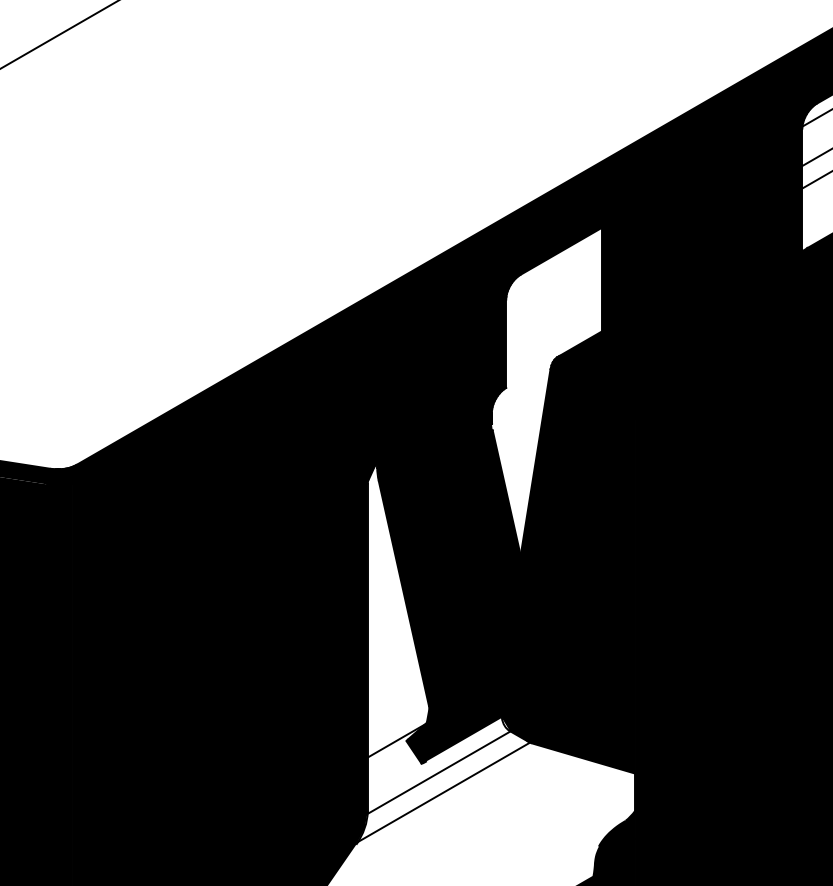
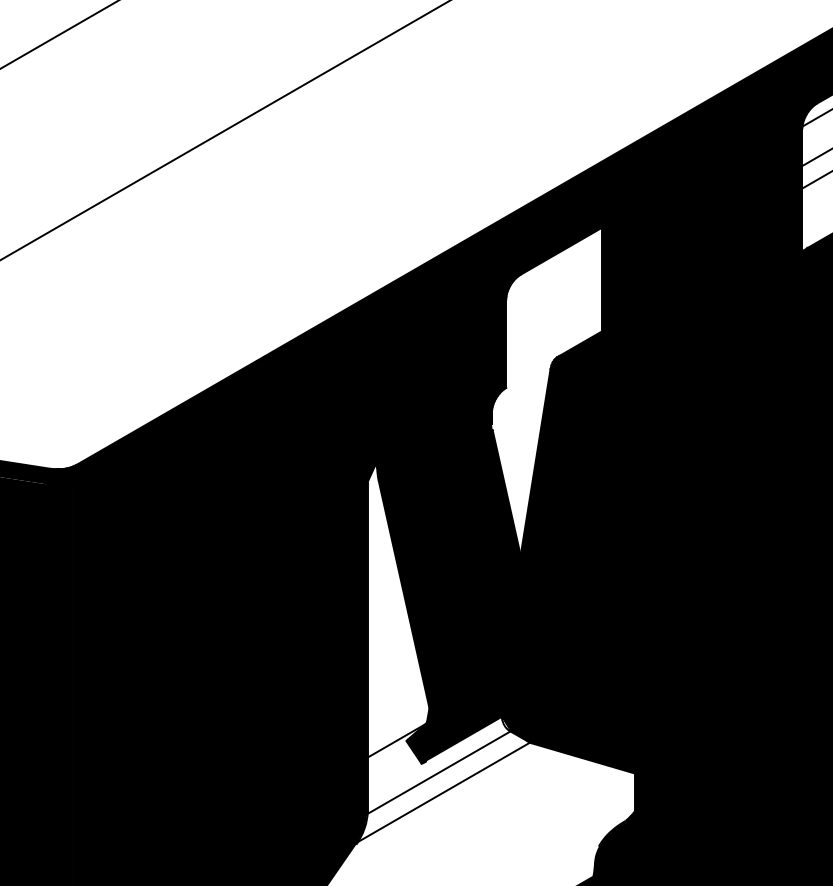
line at (224, 130): none -> present
